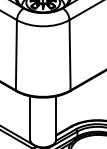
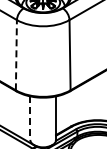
line at (16, 54): solid -> dashed
line at (30, 118): solid -> dashed
